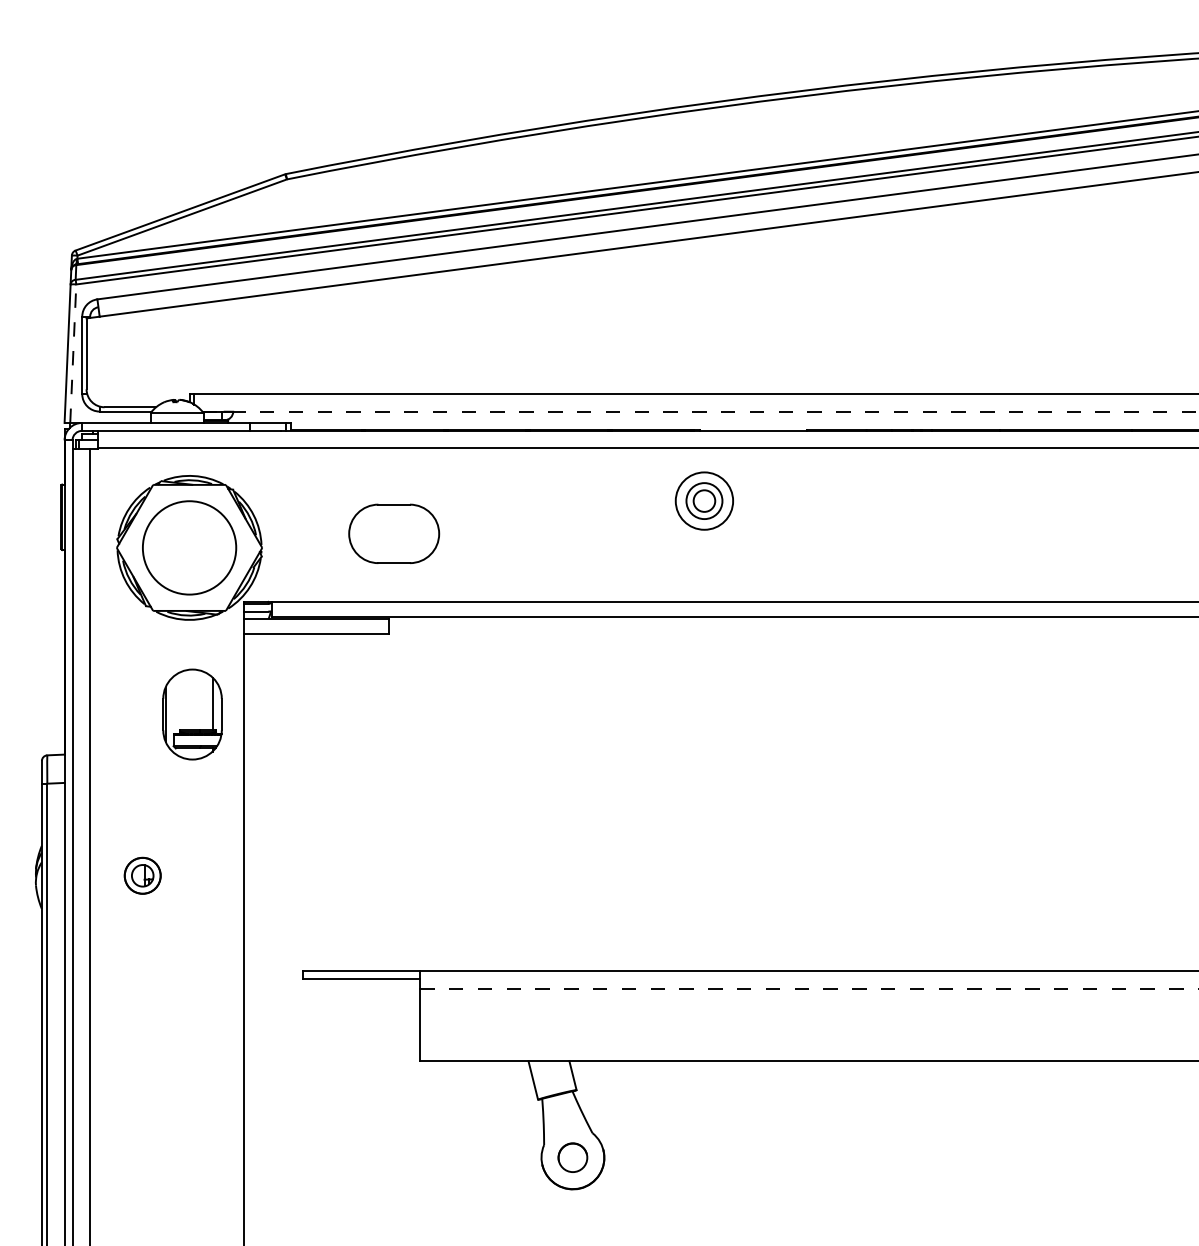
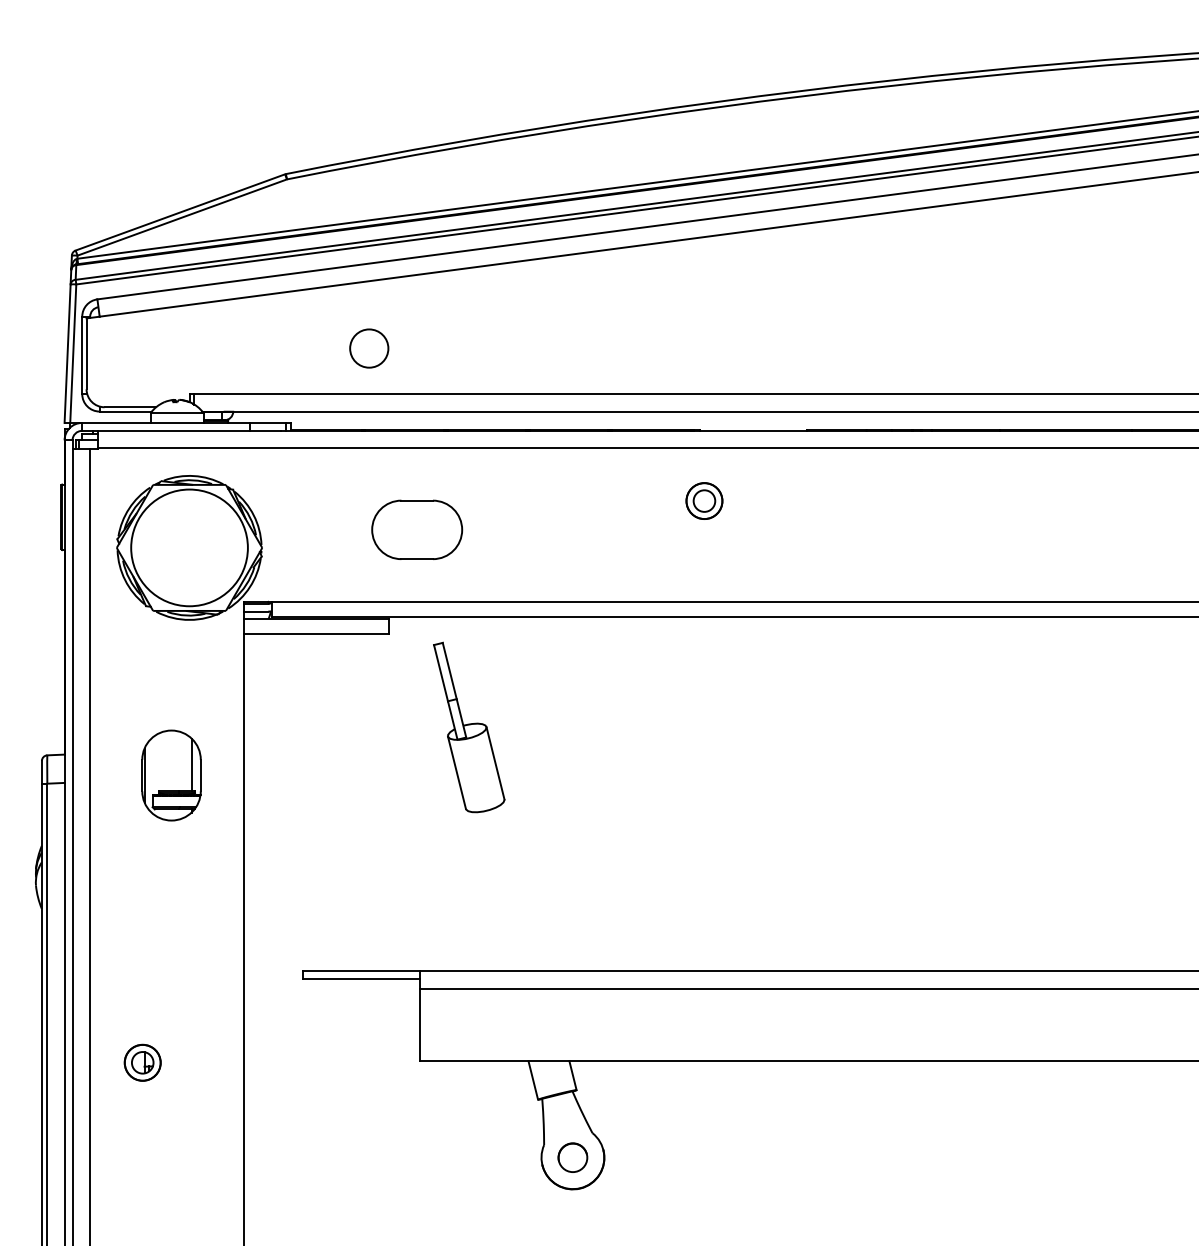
circle at (369, 348): none -> present
line at (73, 353): dashed -> solid
line at (701, 411): dashed -> solid
circle at (704, 500) diameter: 57 px -> 36 px
part at (394, 533) position: (394, 533) -> (417, 529)
circle at (189, 547) diameter: 93 px -> 117 px
part at (192, 714) position: (192, 714) -> (171, 775)
part at (469, 727): none -> present
part at (142, 875) position: (142, 875) -> (142, 1062)
line at (809, 988): dashed -> solid
